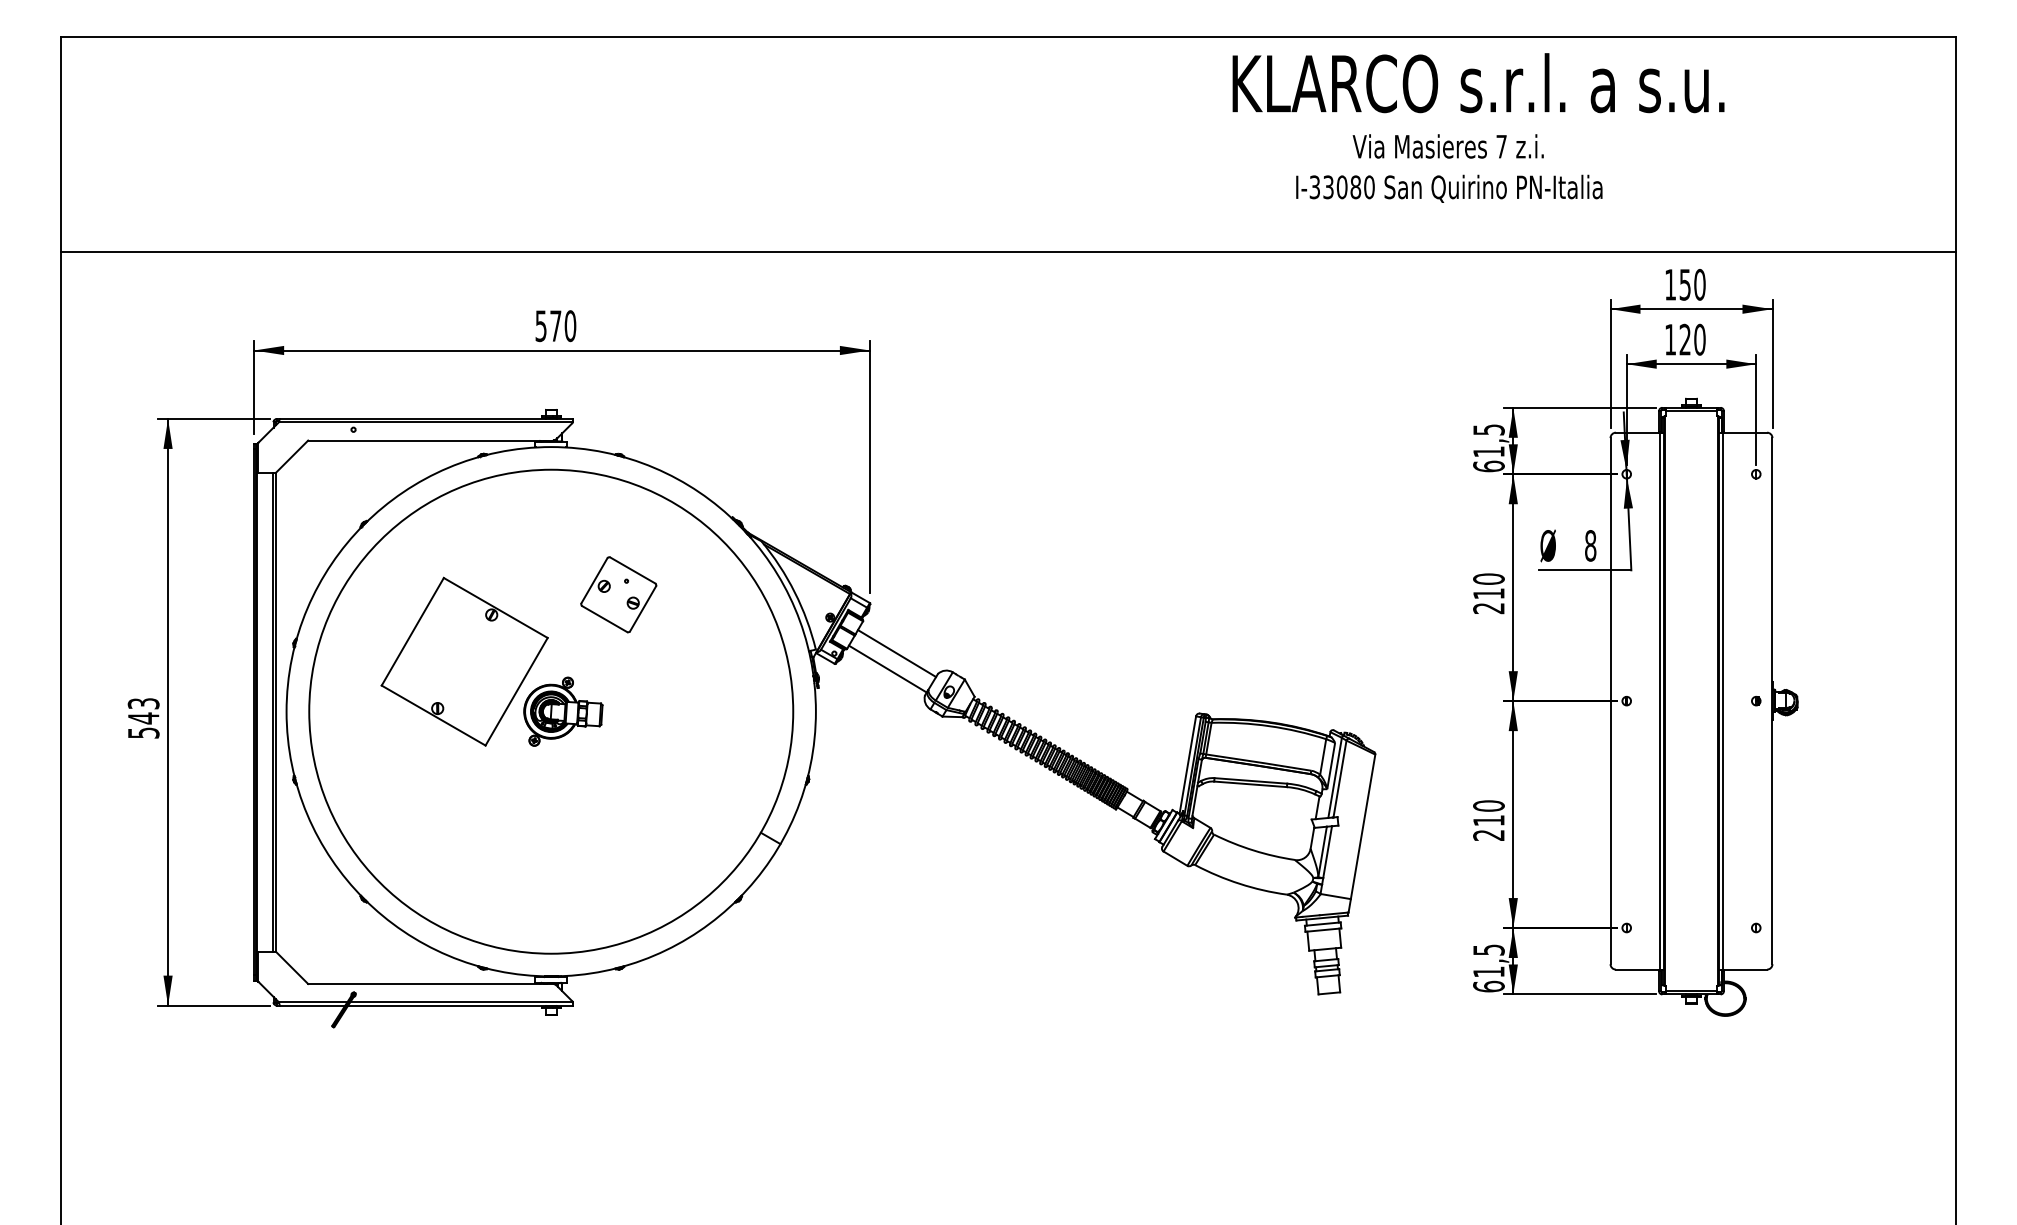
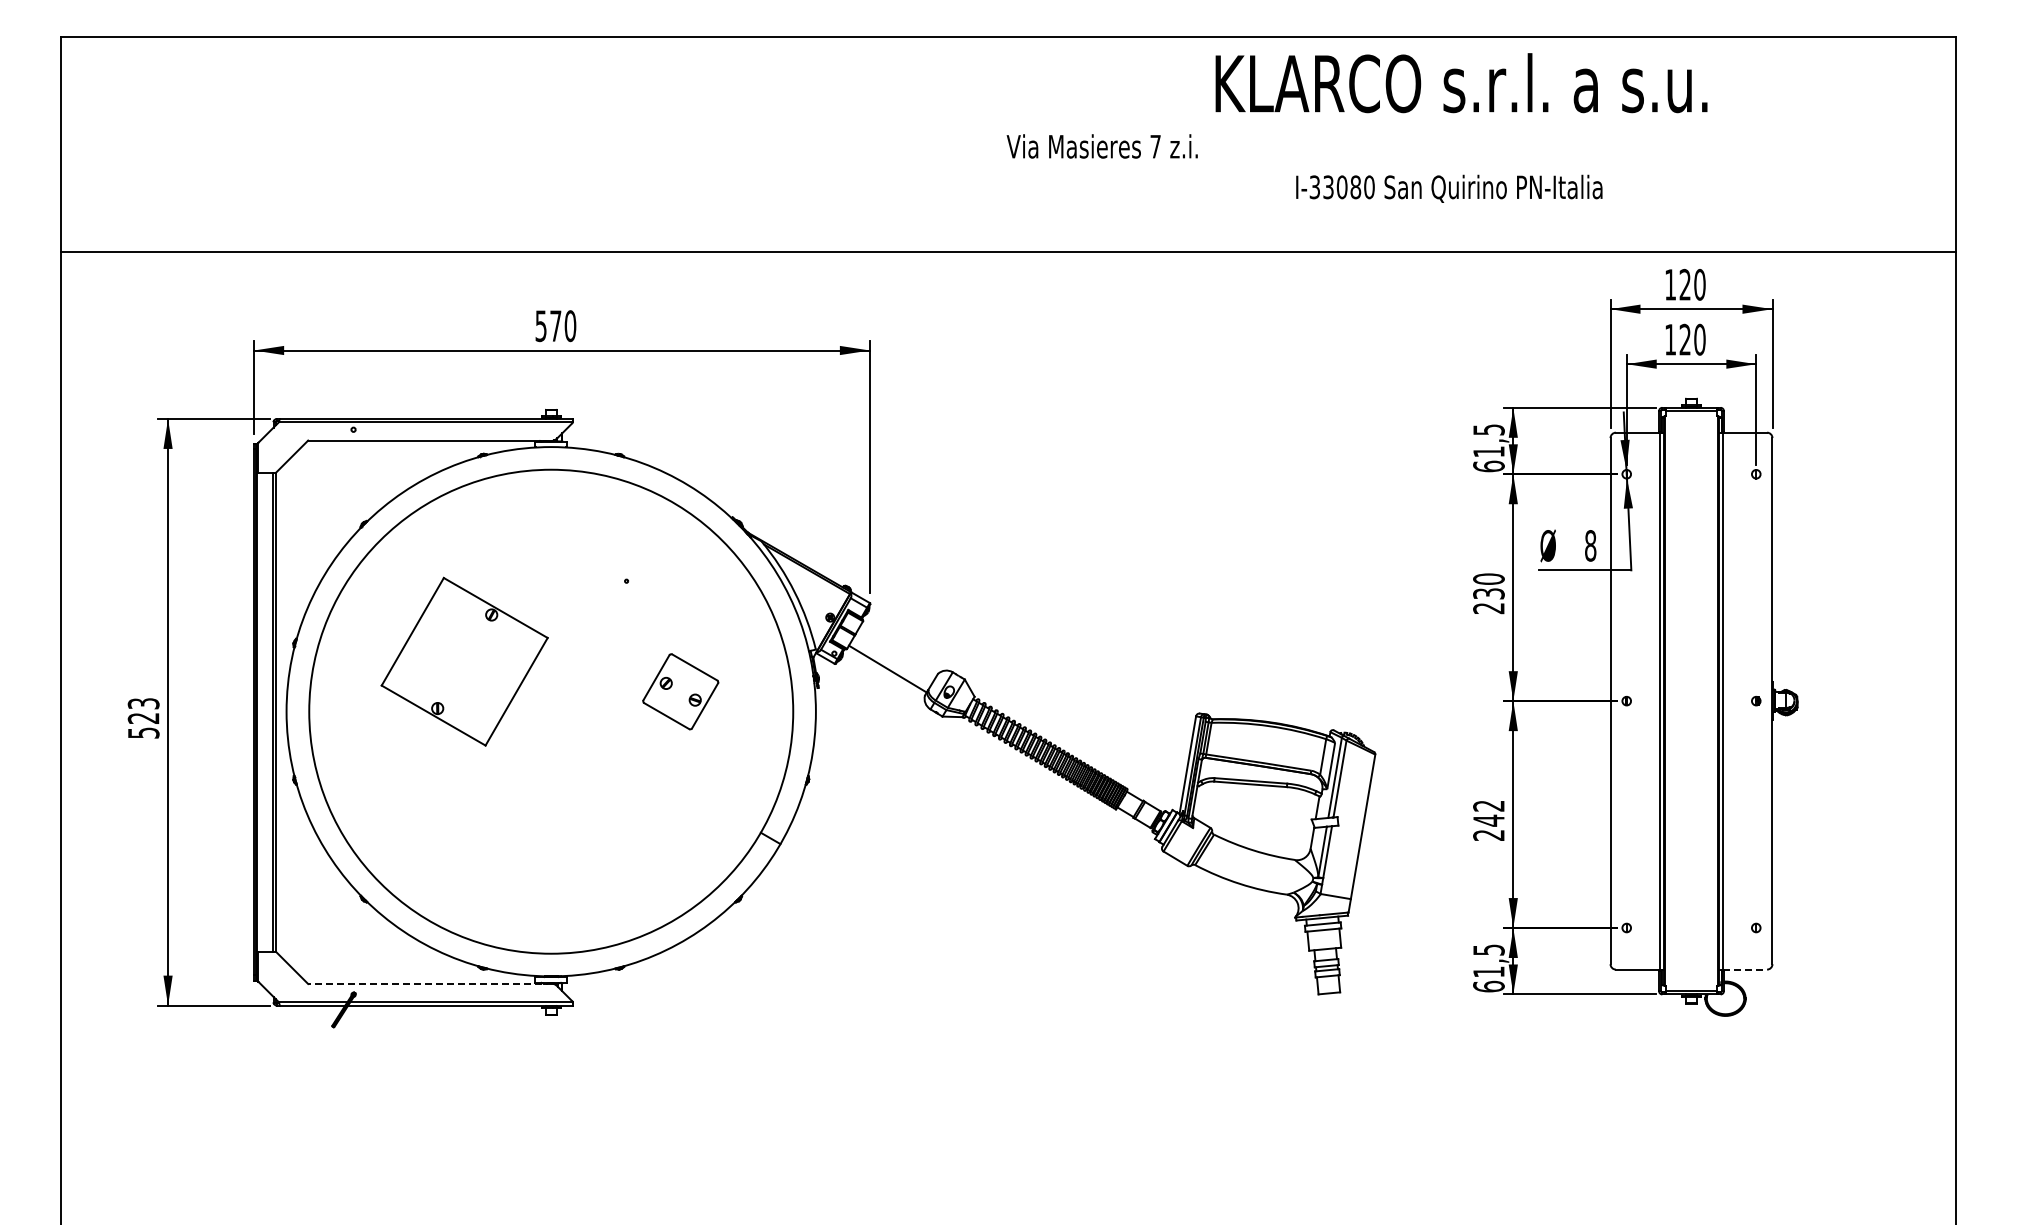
text at (1478, 83) position: (1478, 83) -> (1461, 83)
text at (1447, 146) position: (1447, 146) -> (1101, 146)
text at (1684, 284): 150 -> 120
text at (1488, 593): 210 -> 230
part at (618, 594) position: (618, 594) -> (680, 691)
line at (896, 653): present -> none
part at (563, 711): present -> none
text at (143, 718): 543 -> 523
text at (1488, 813): 210 -> 242
line at (1745, 969): solid -> dashed
line at (429, 983): solid -> dashed
